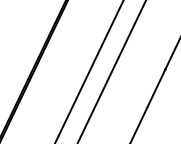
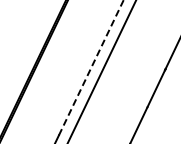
line at (91, 67): solid -> dashed
line at (111, 71) position: (111, 71) -> (102, 71)
